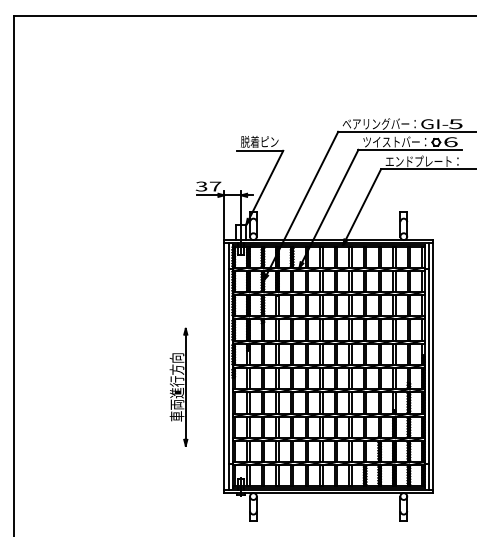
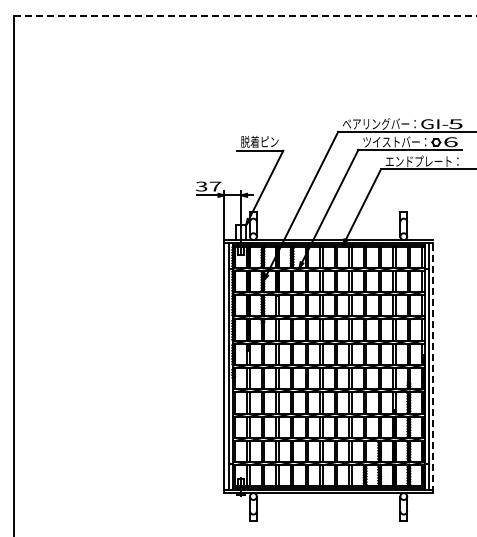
line at (245, 16): solid -> dashed
line at (433, 366): solid -> dashed
part at (178, 386): present -> none
